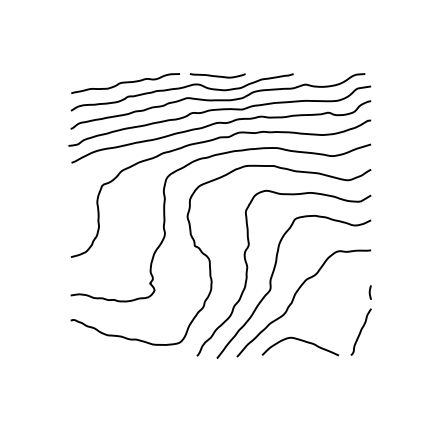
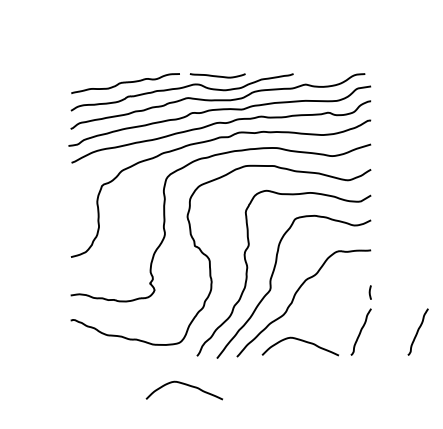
curve at (417, 331): none -> present
curve at (185, 385): none -> present
